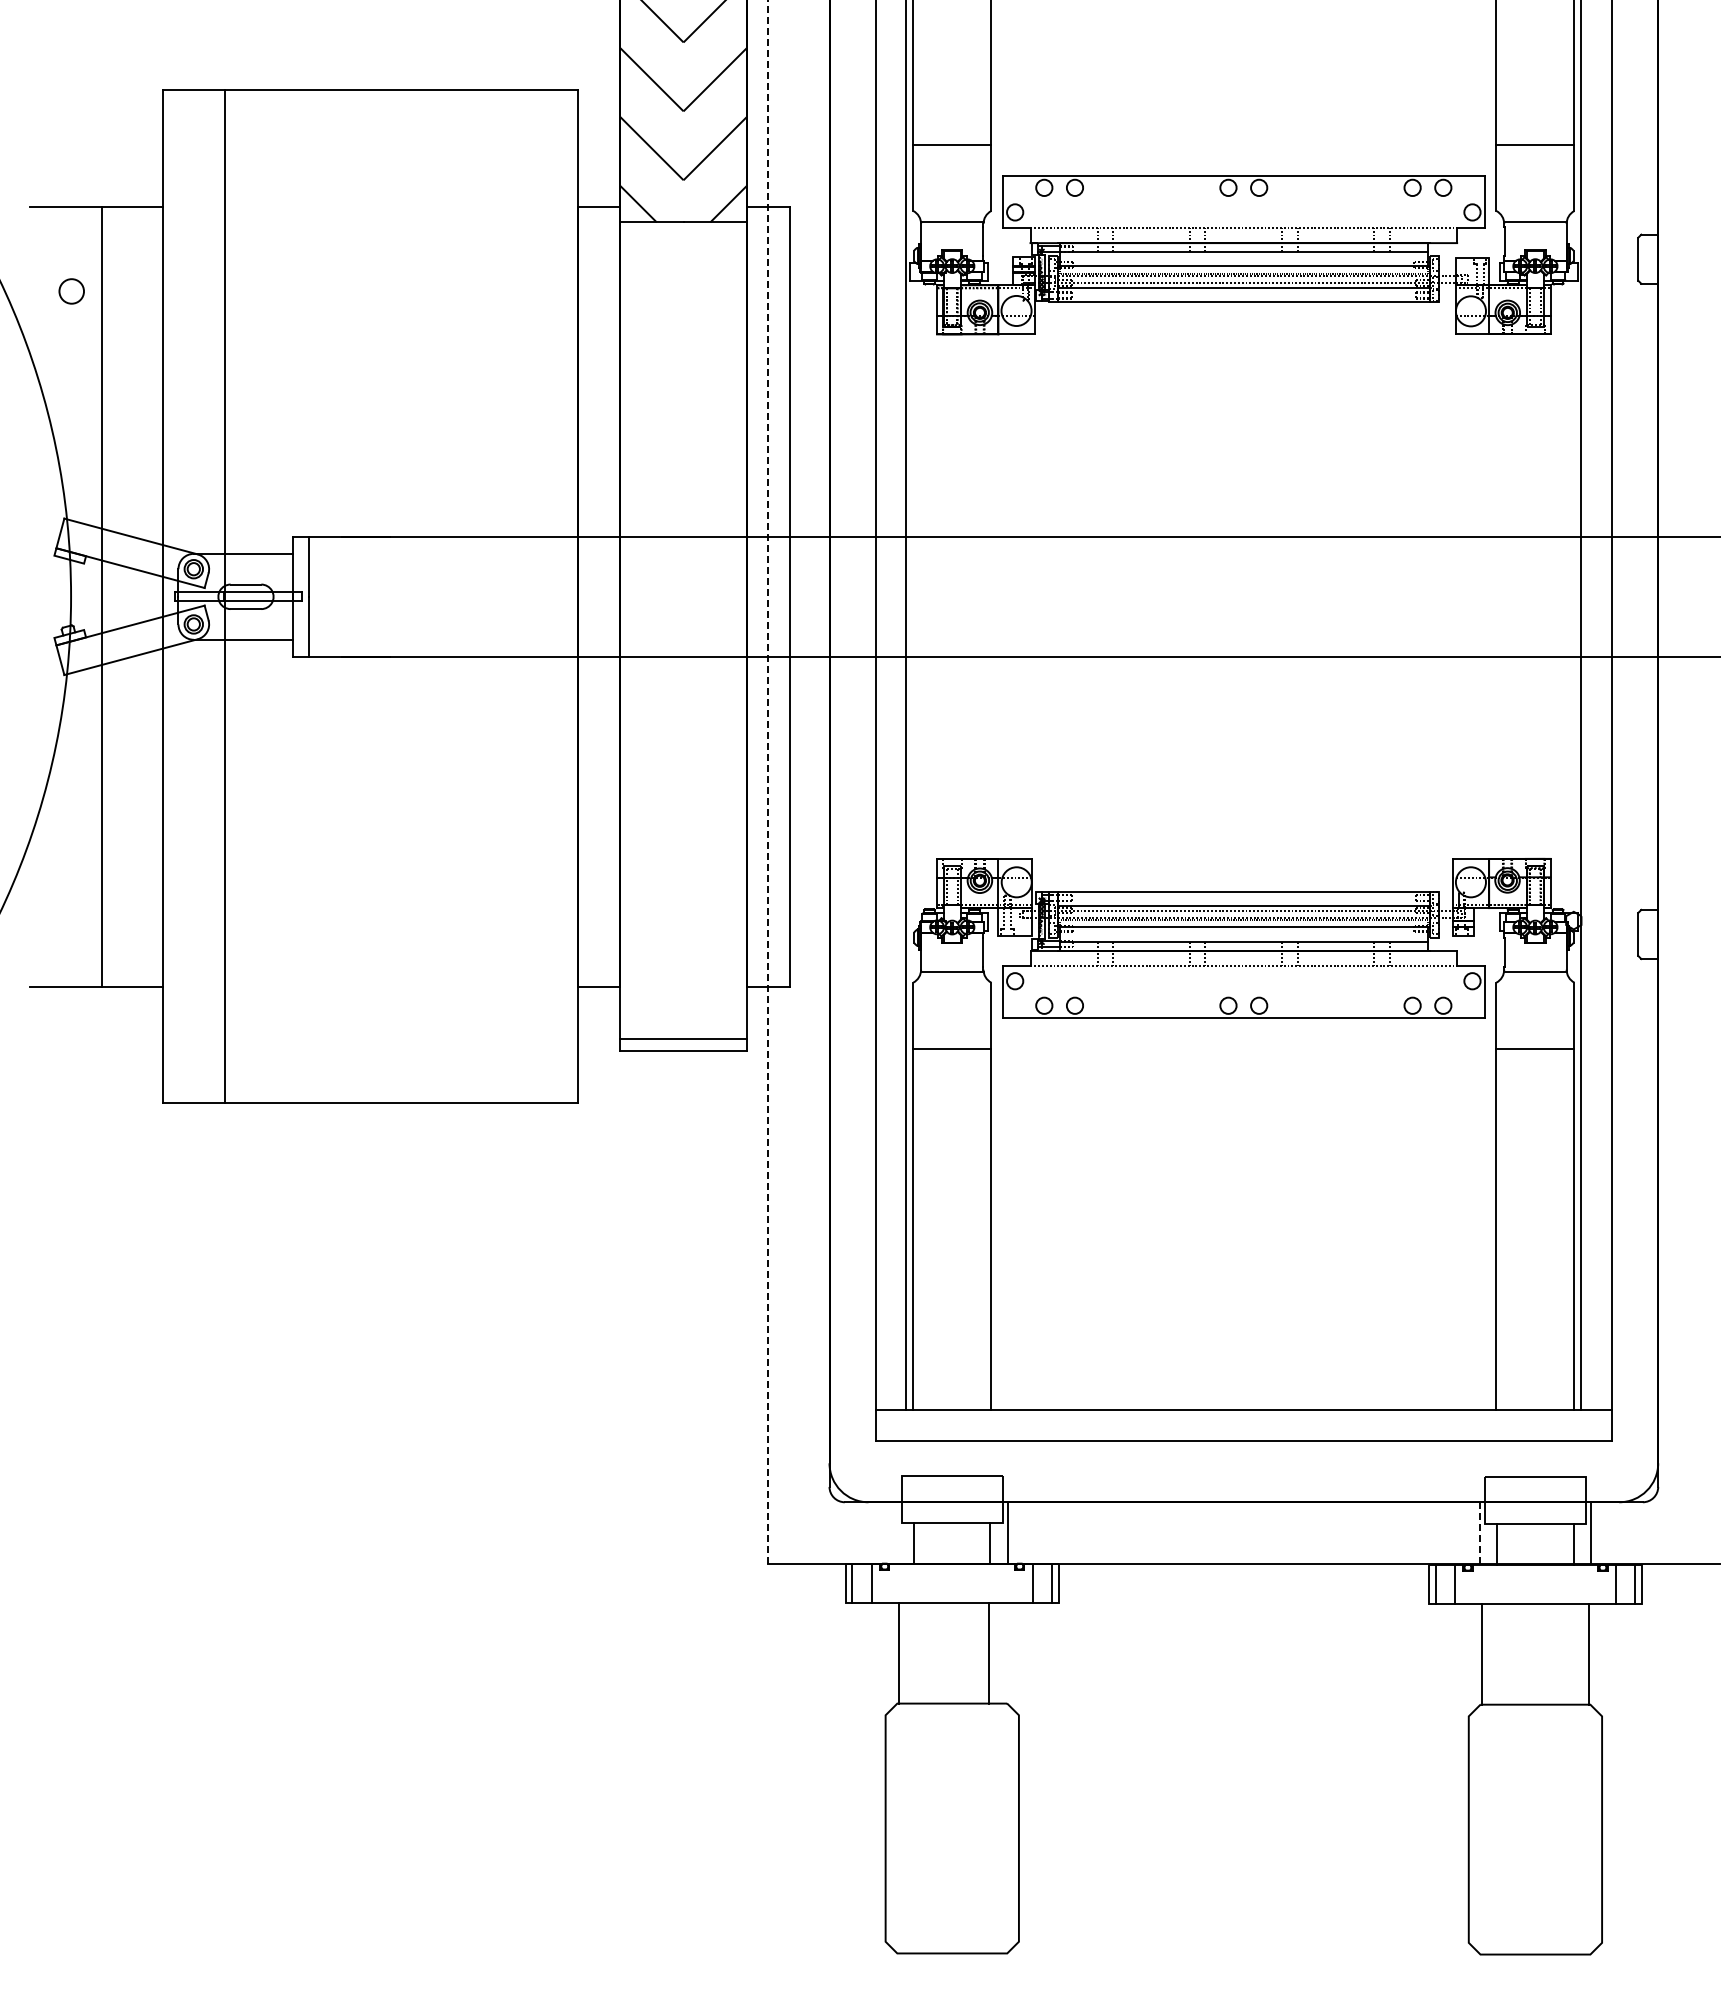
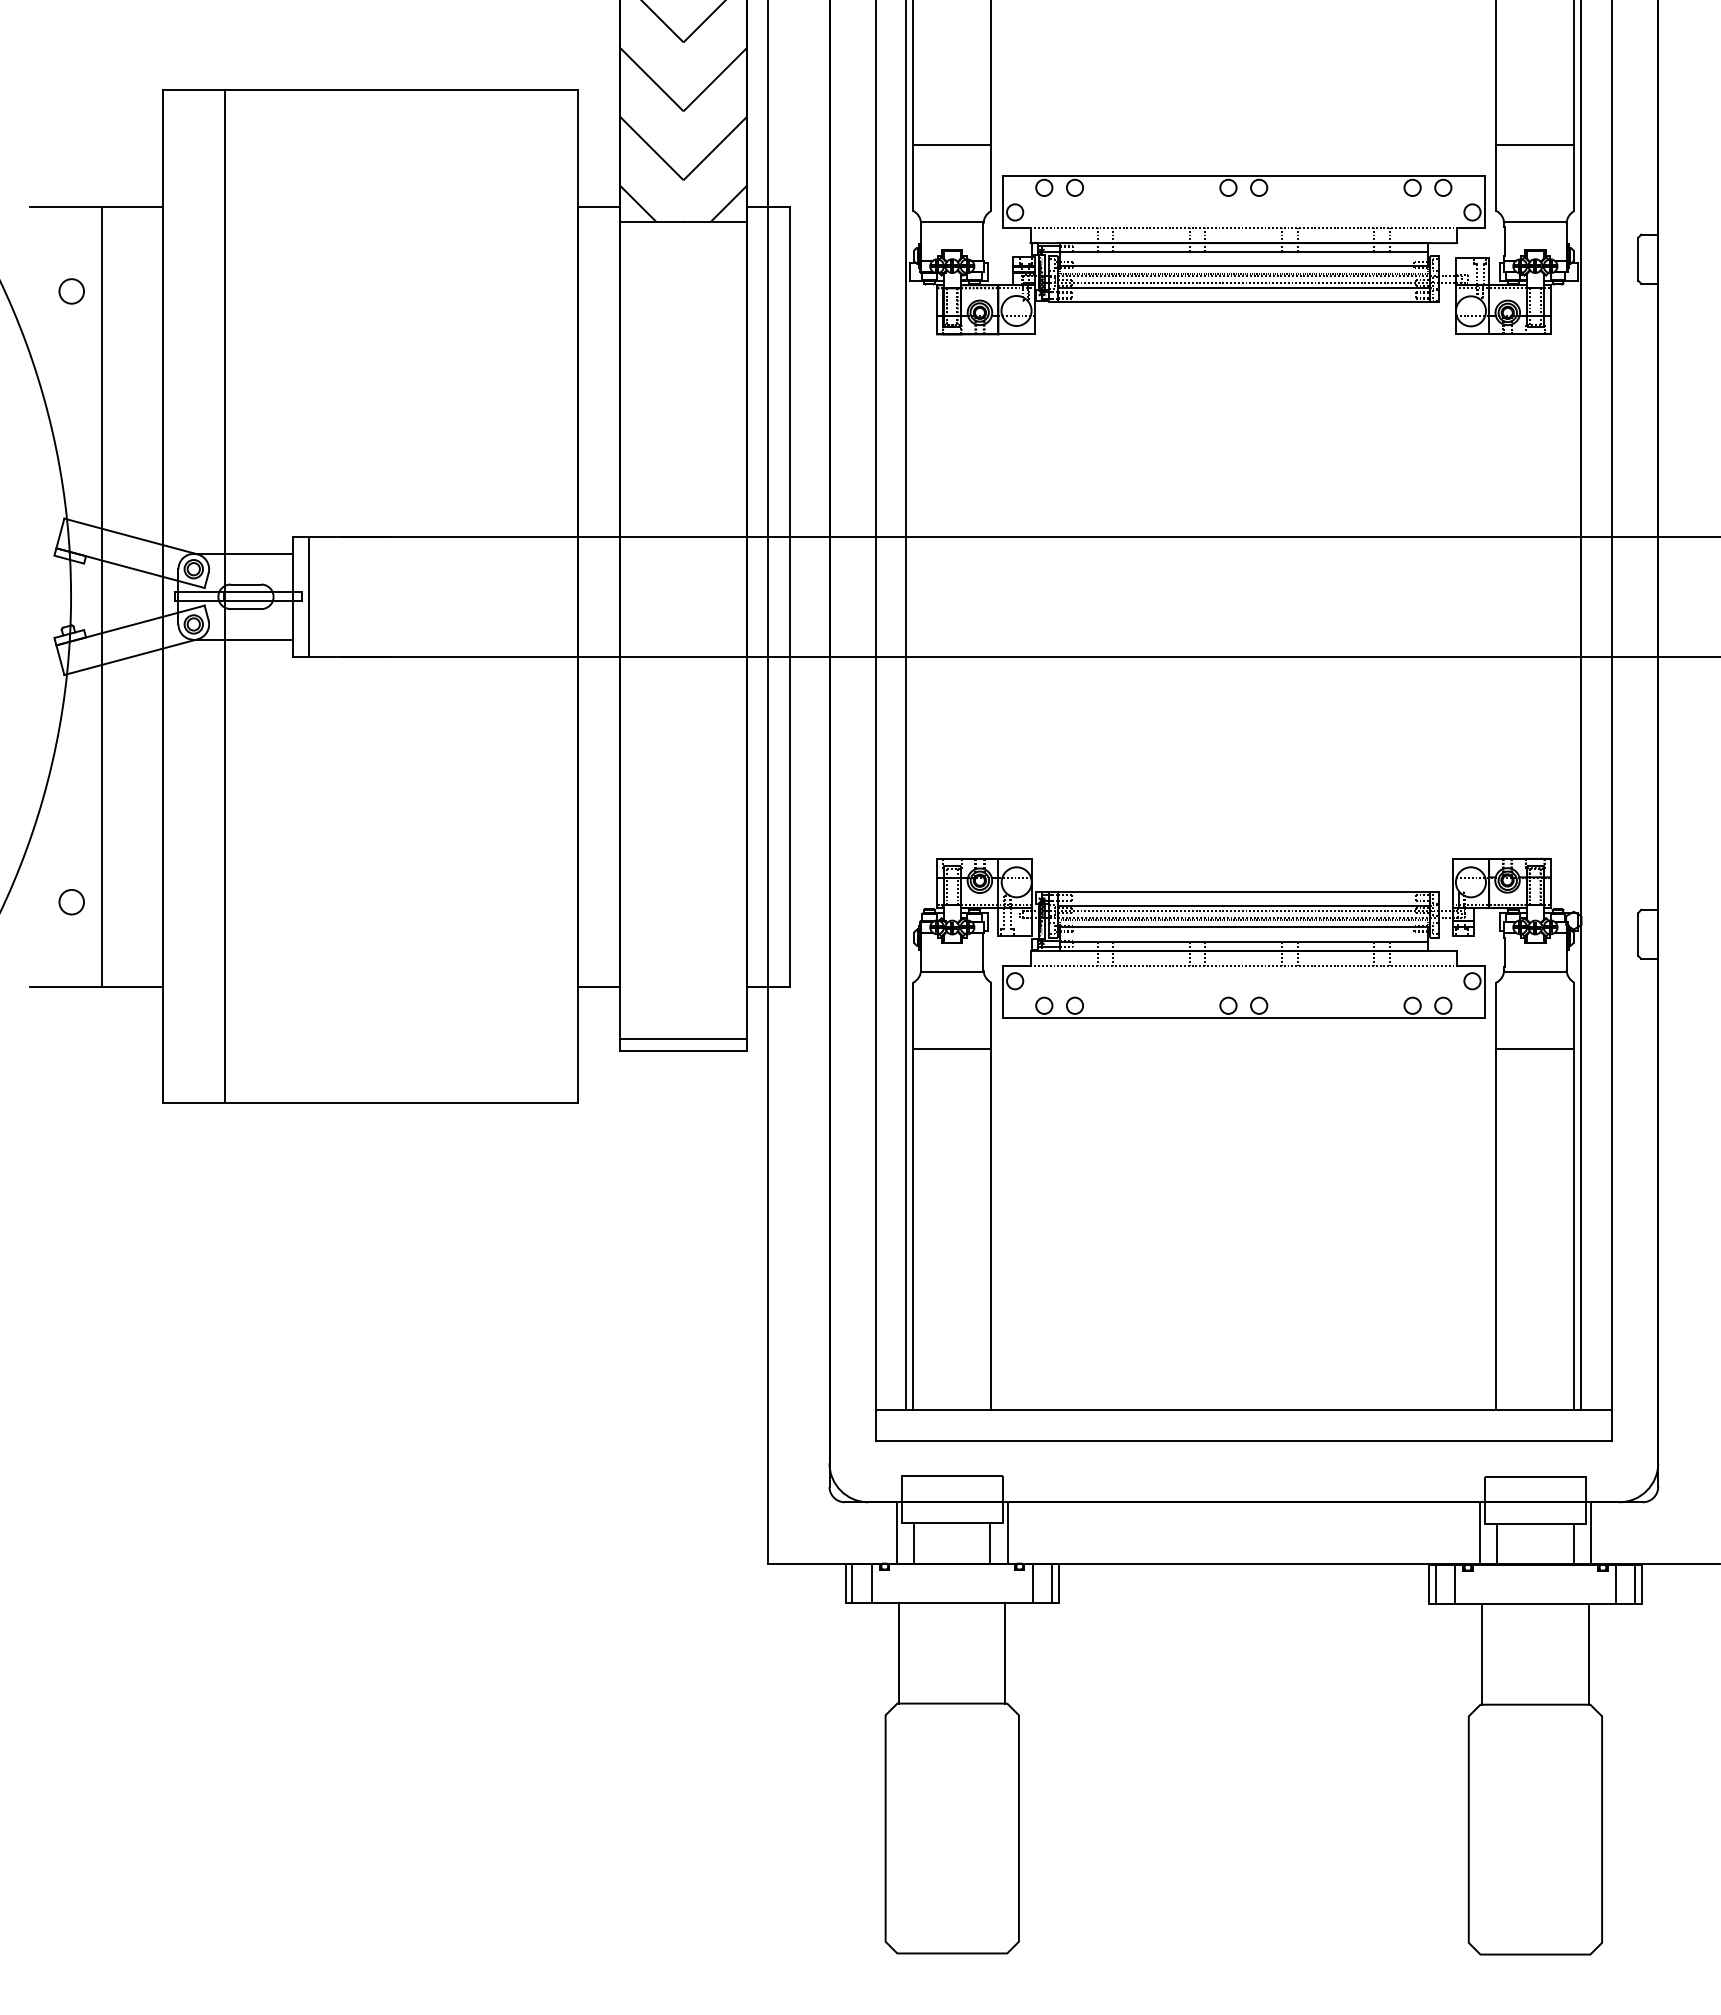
line at (768, 781): dashed -> solid
circle at (71, 902): none -> present
line at (897, 1532): none -> present
line at (1480, 1532): dashed -> solid
line at (989, 1652) position: (989, 1652) -> (1005, 1652)
